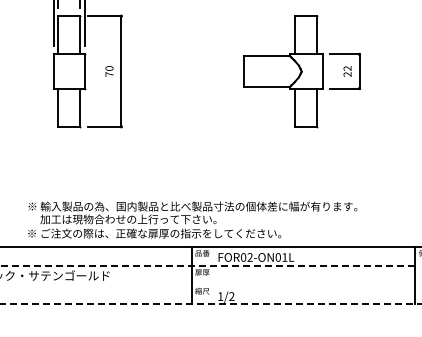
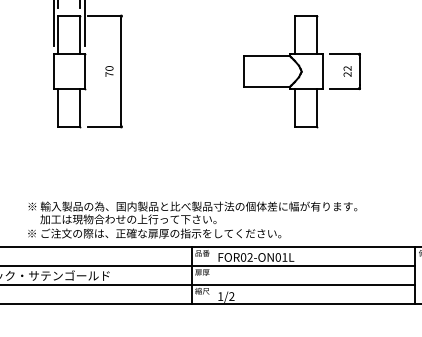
line at (207, 266): dashed -> solid
line at (208, 285): none -> present
line at (211, 304): dashed -> solid
